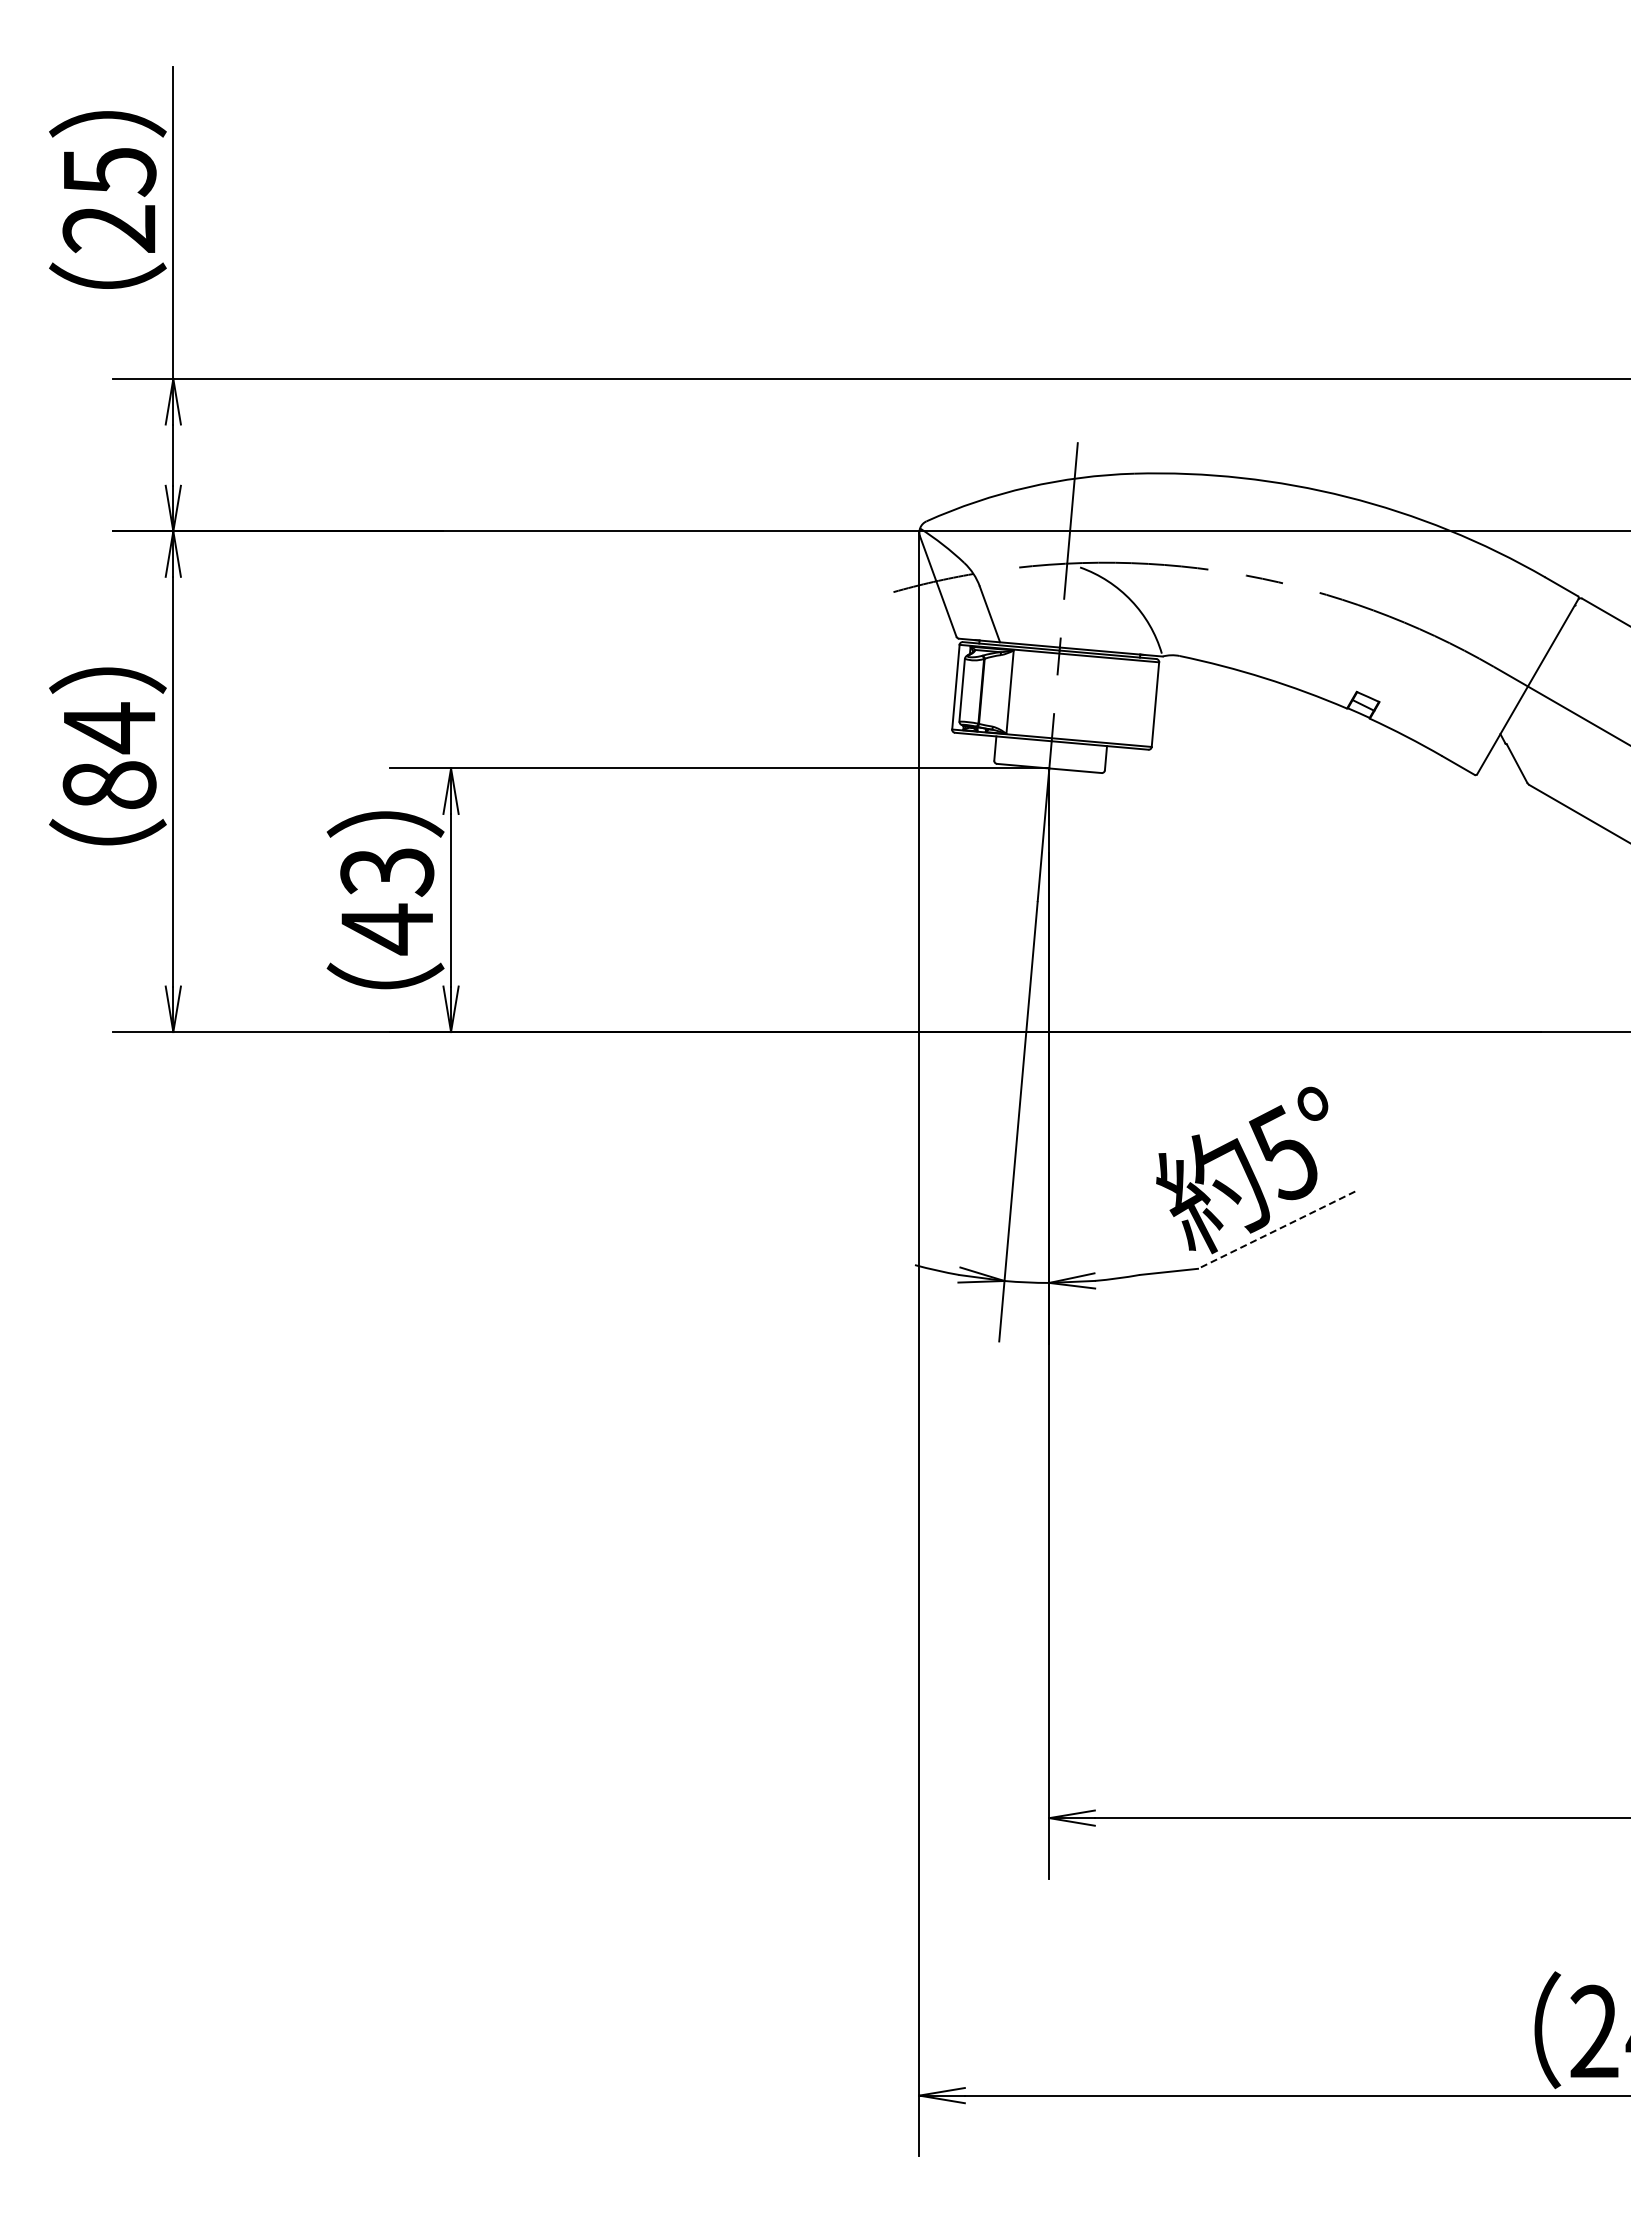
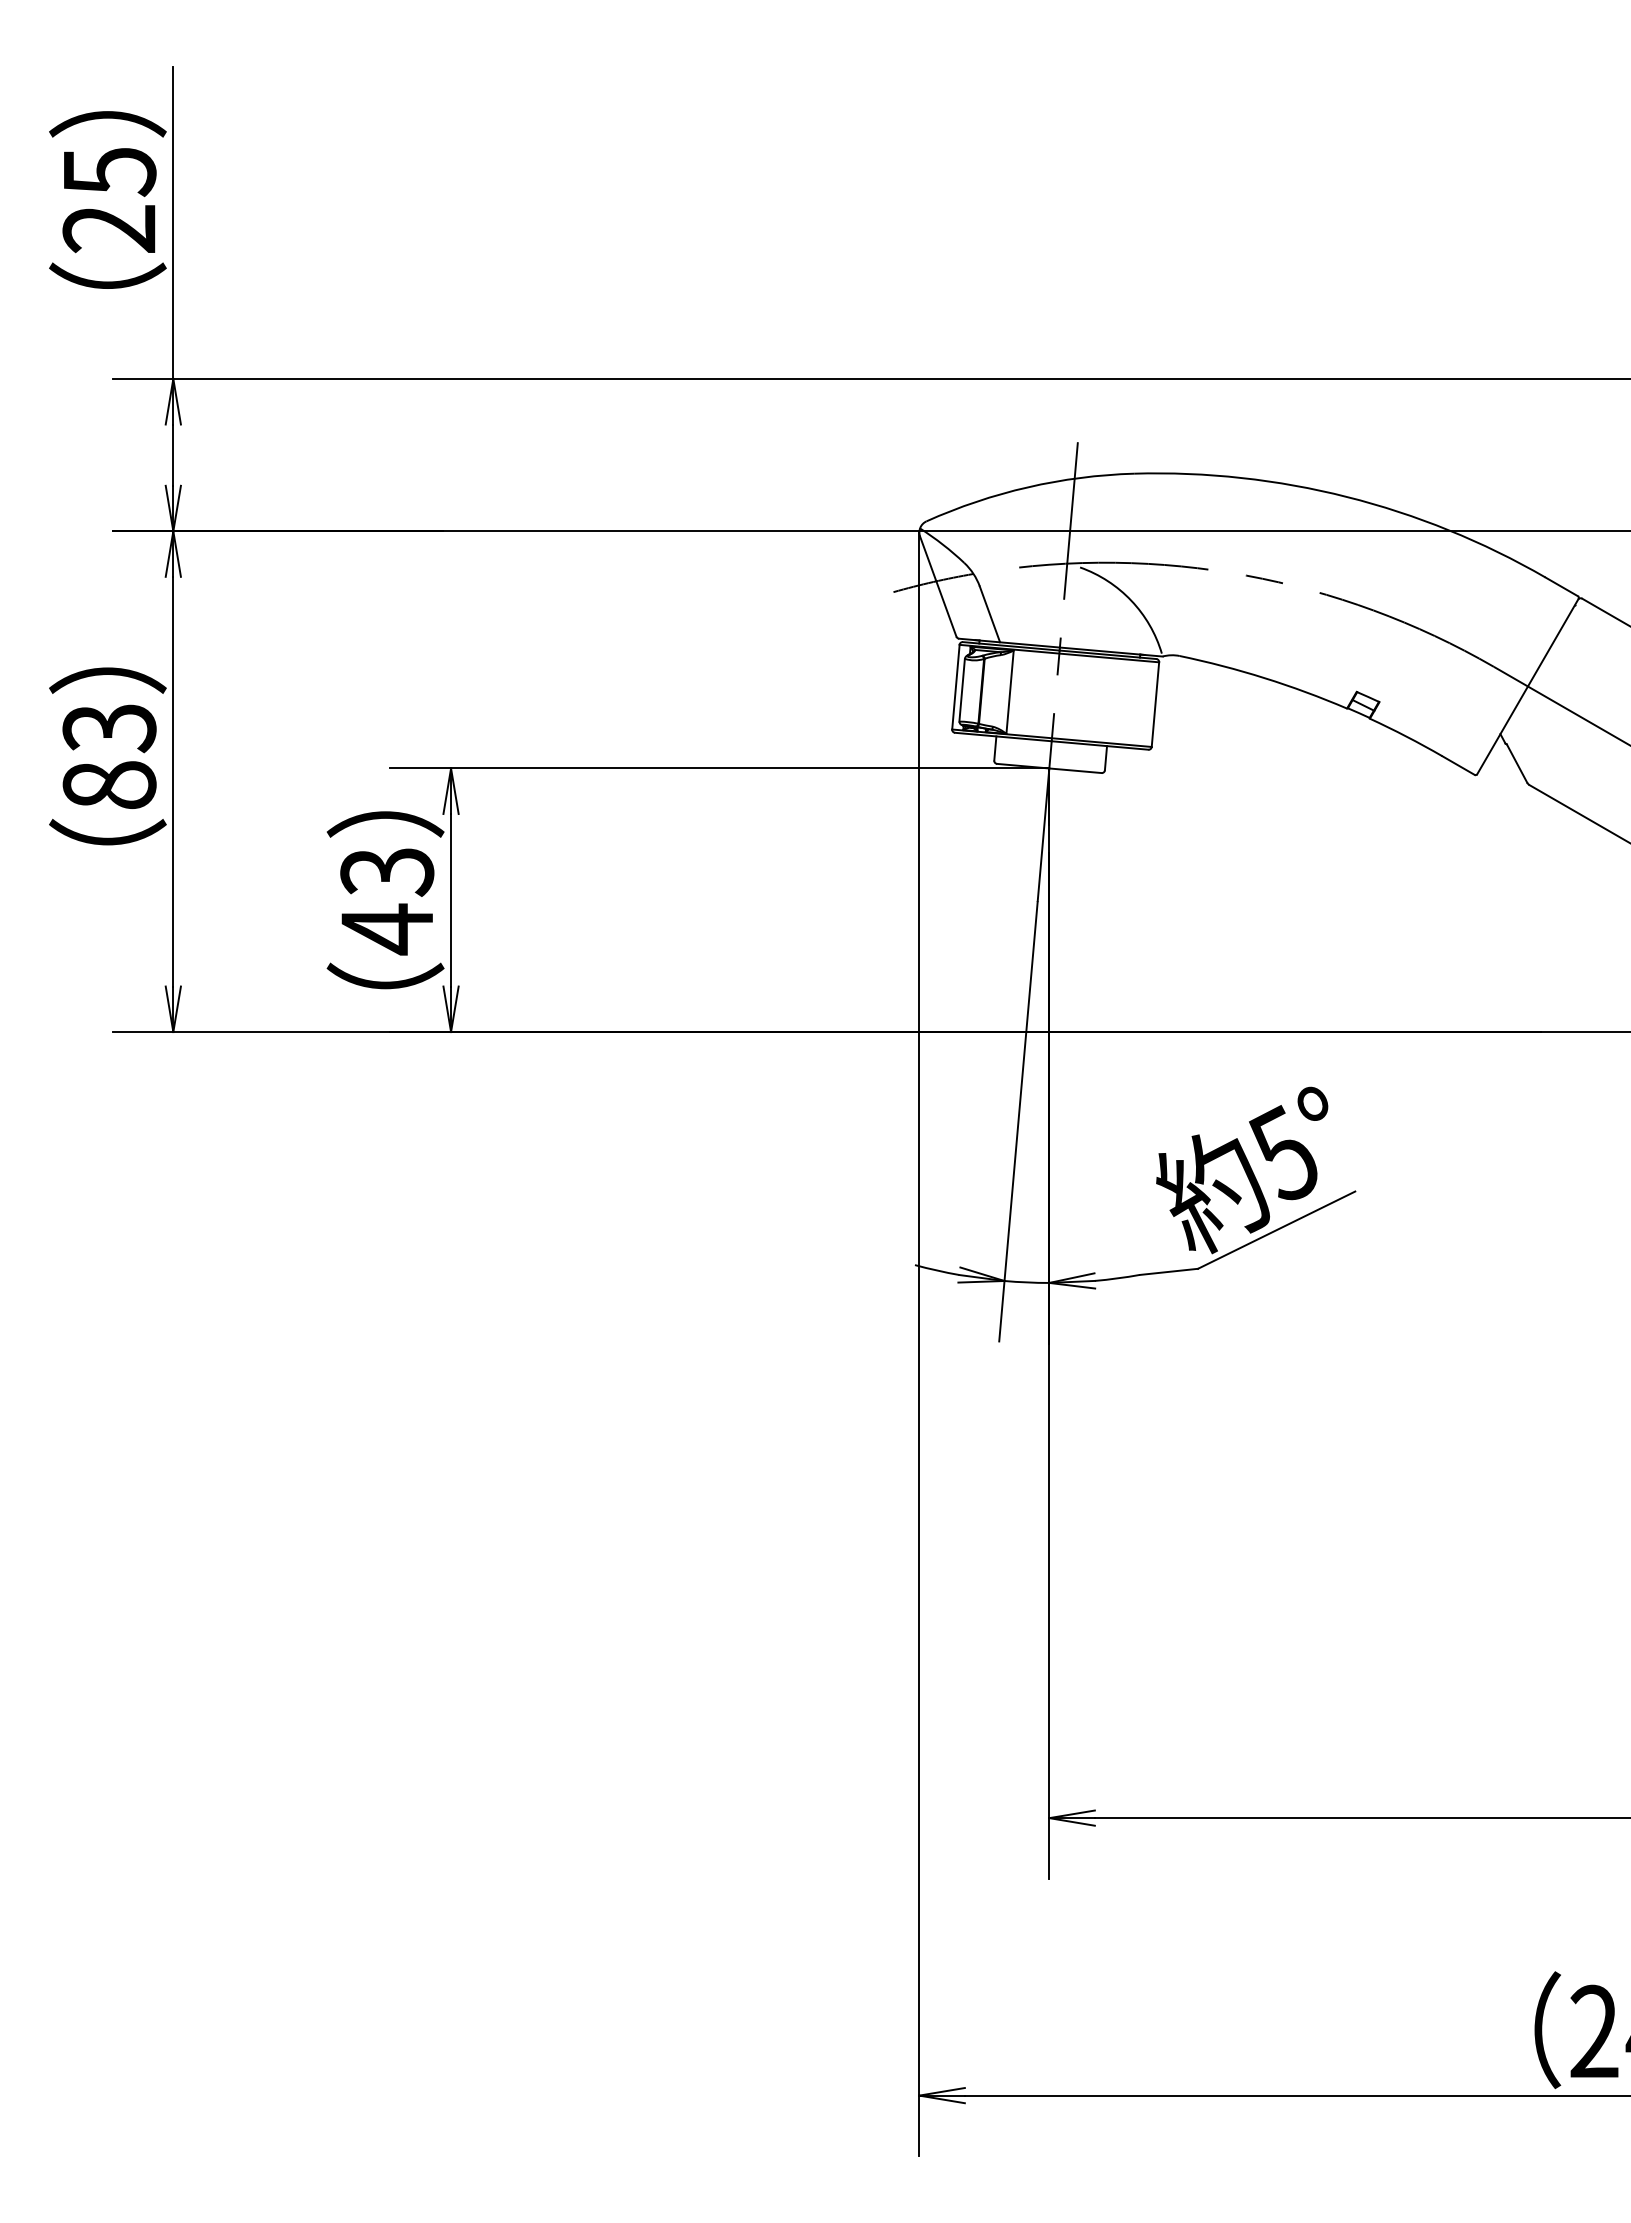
text at (109, 728): 84 -> 83
line at (1276, 1230): dashed -> solid
